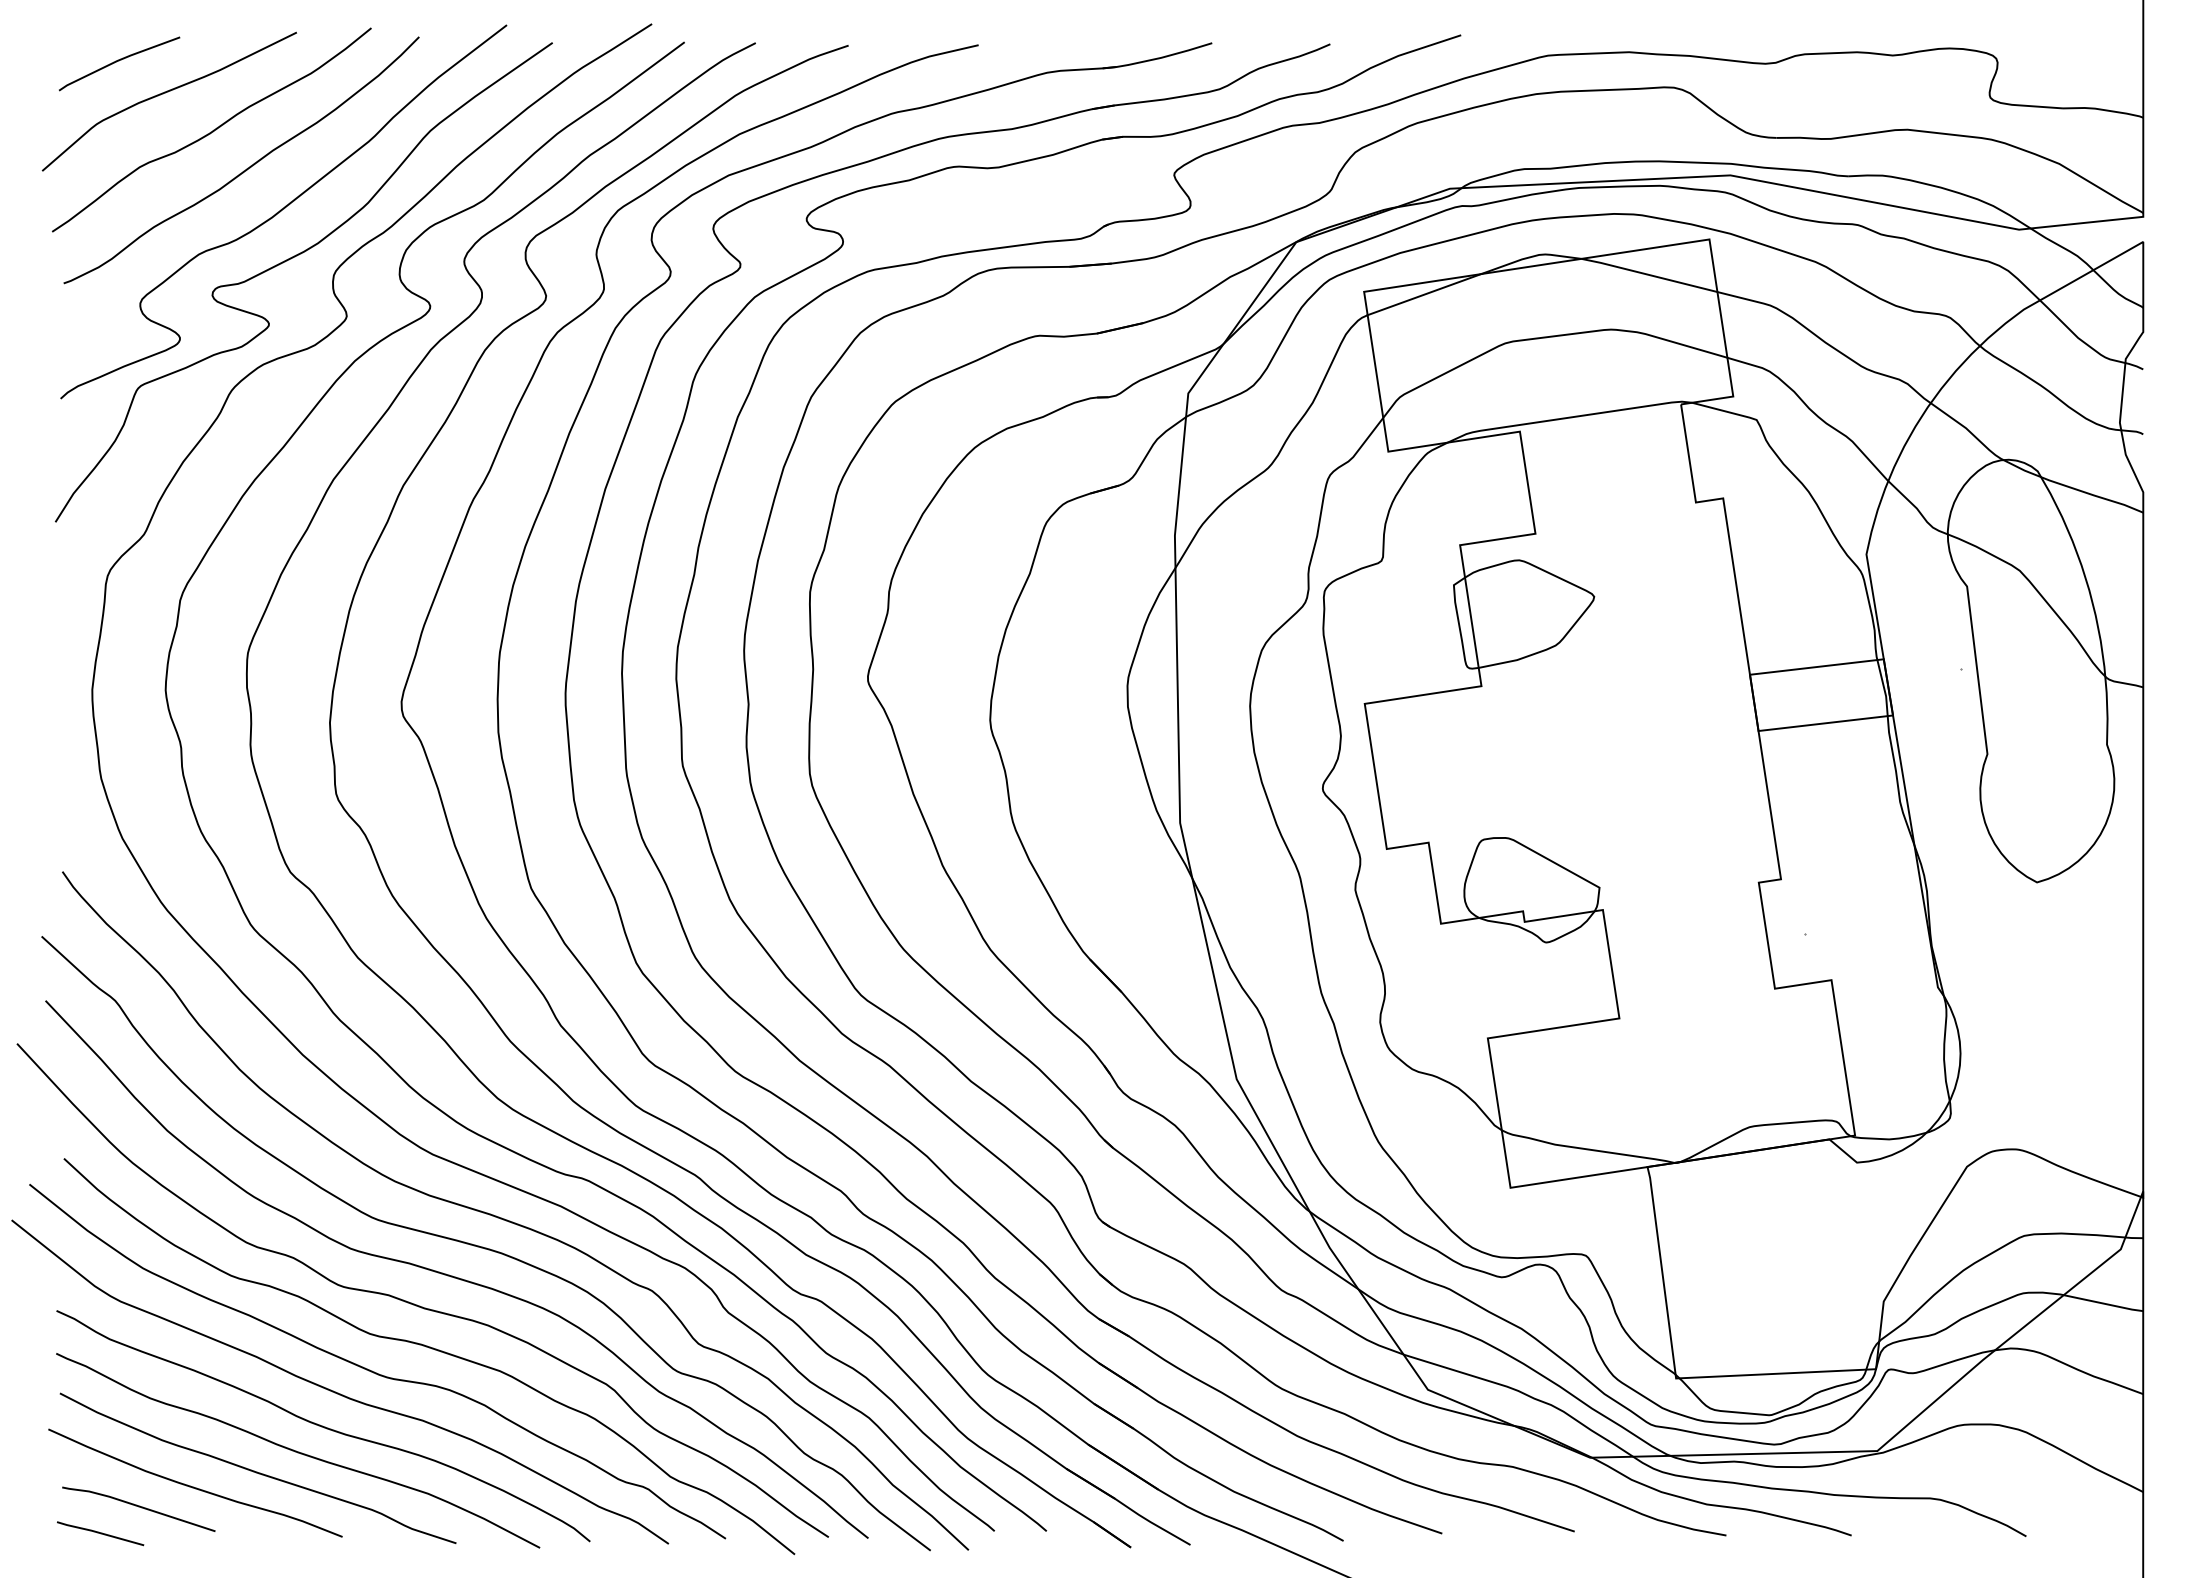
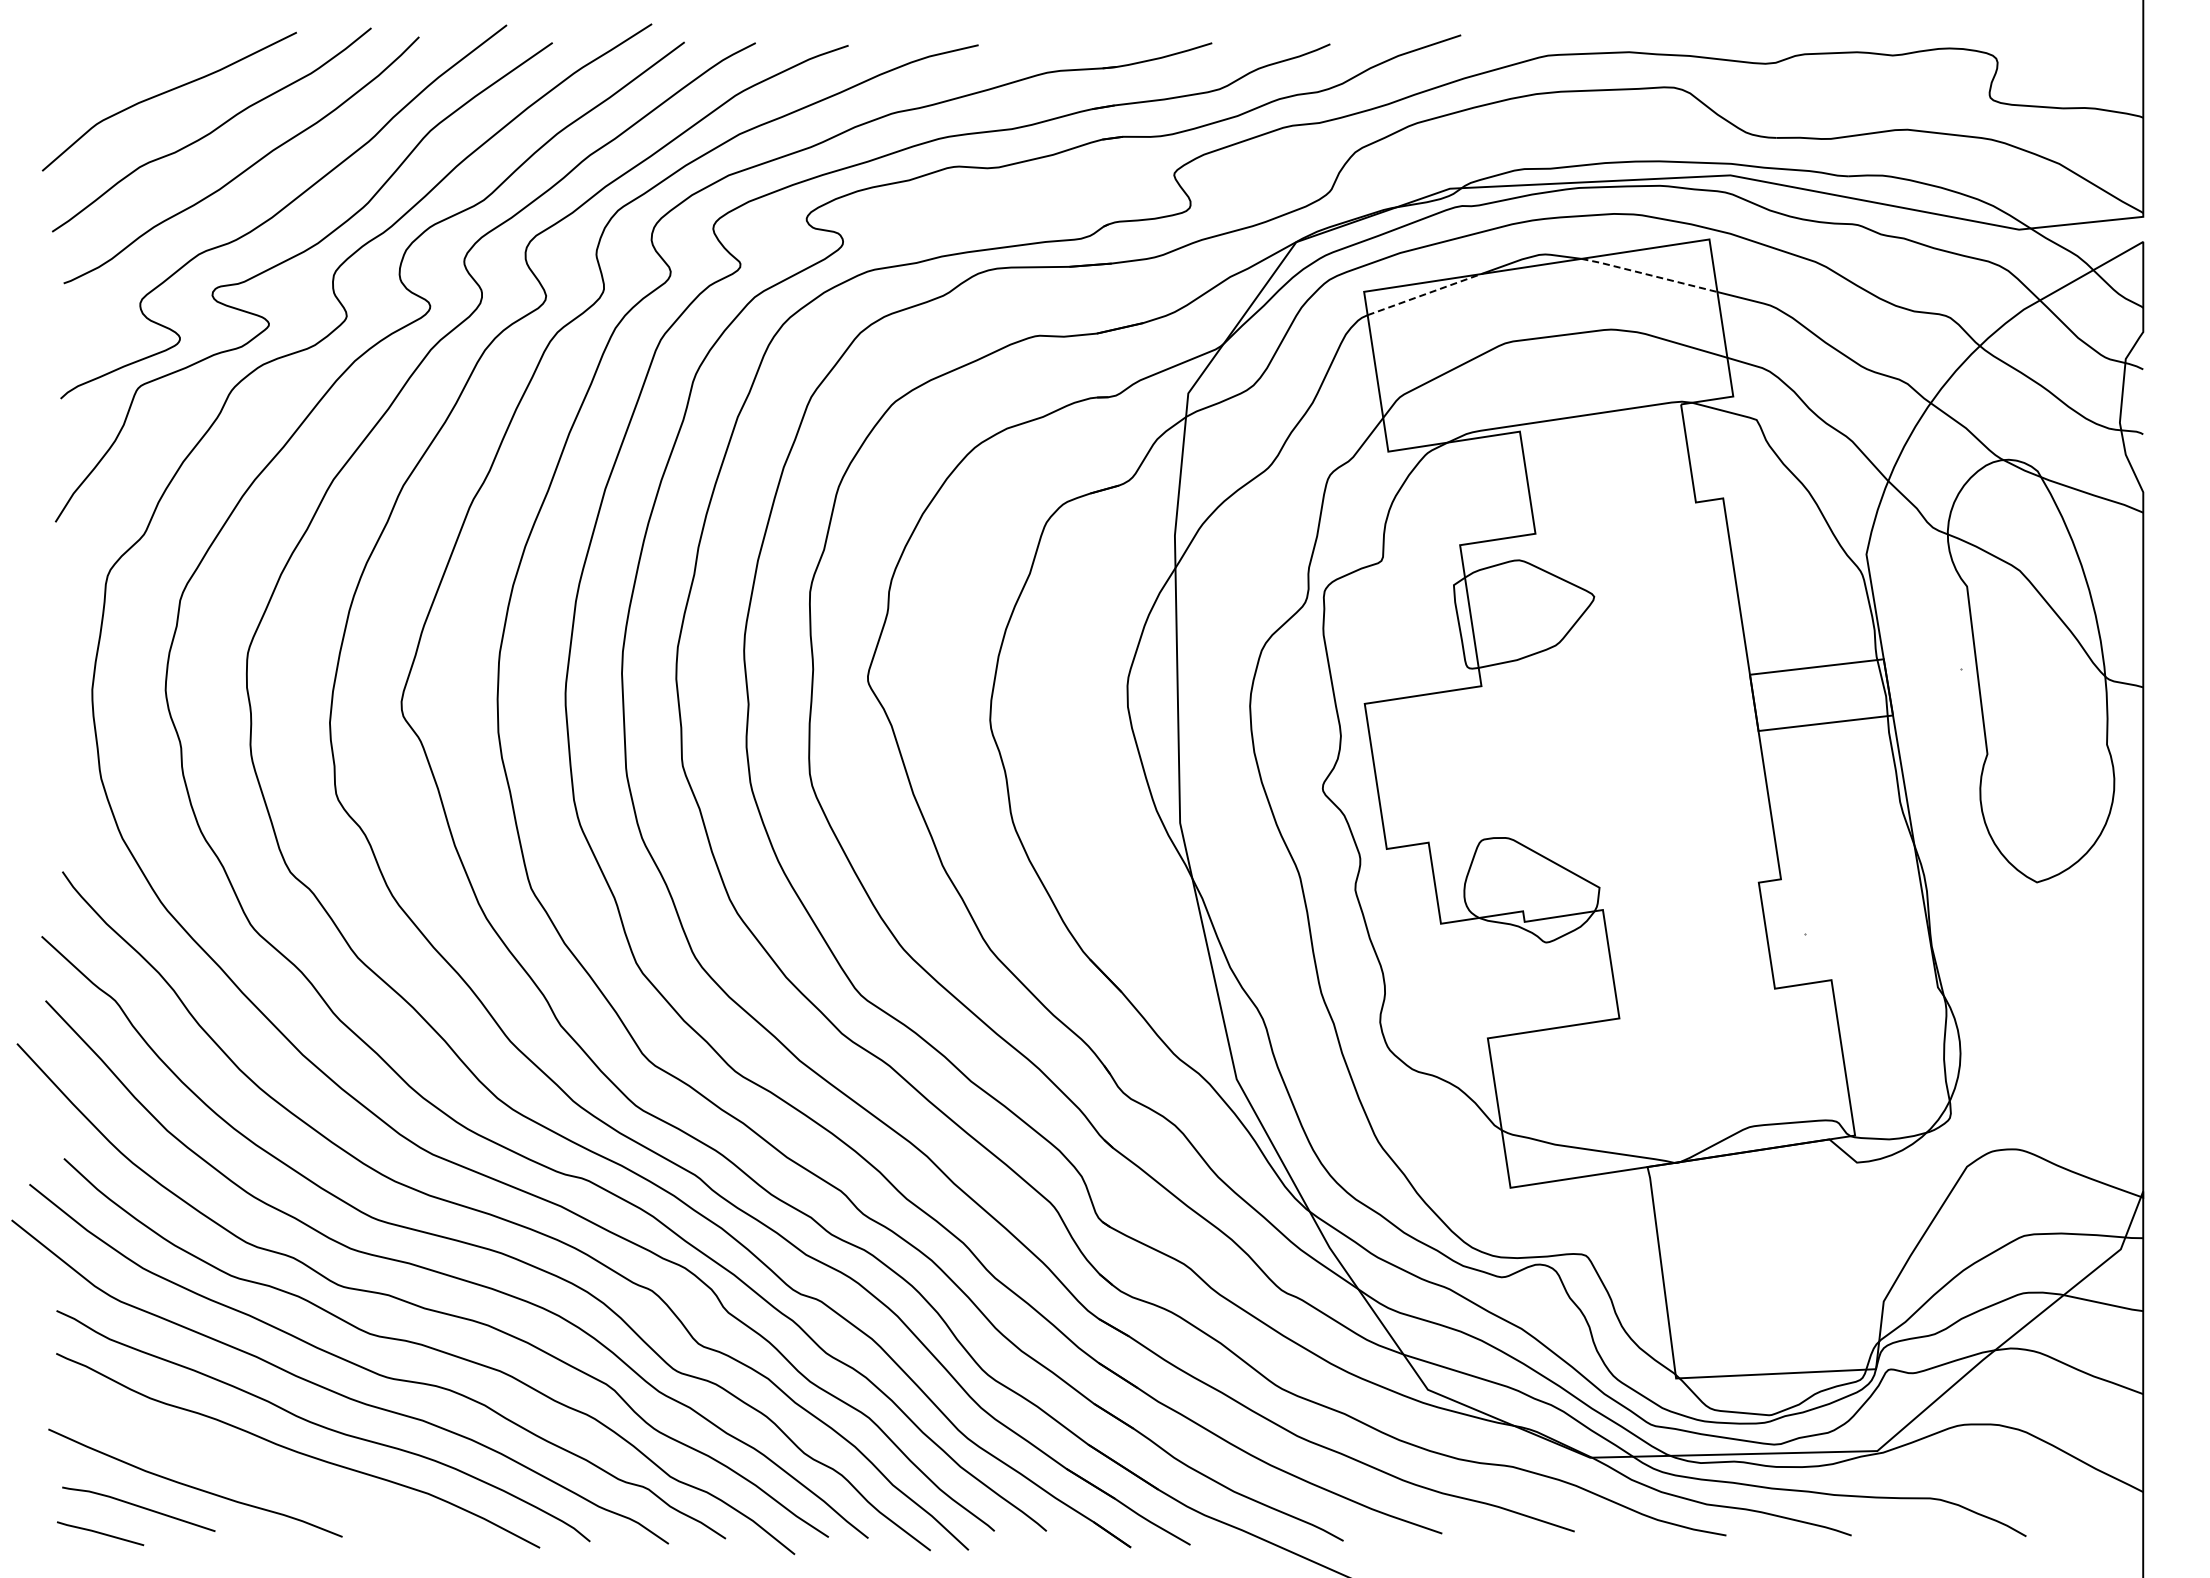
line at (119, 61): present -> none
line at (1648, 274): solid -> dashed
line at (1424, 294): solid -> dashed
curve at (257, 1471): present -> none
